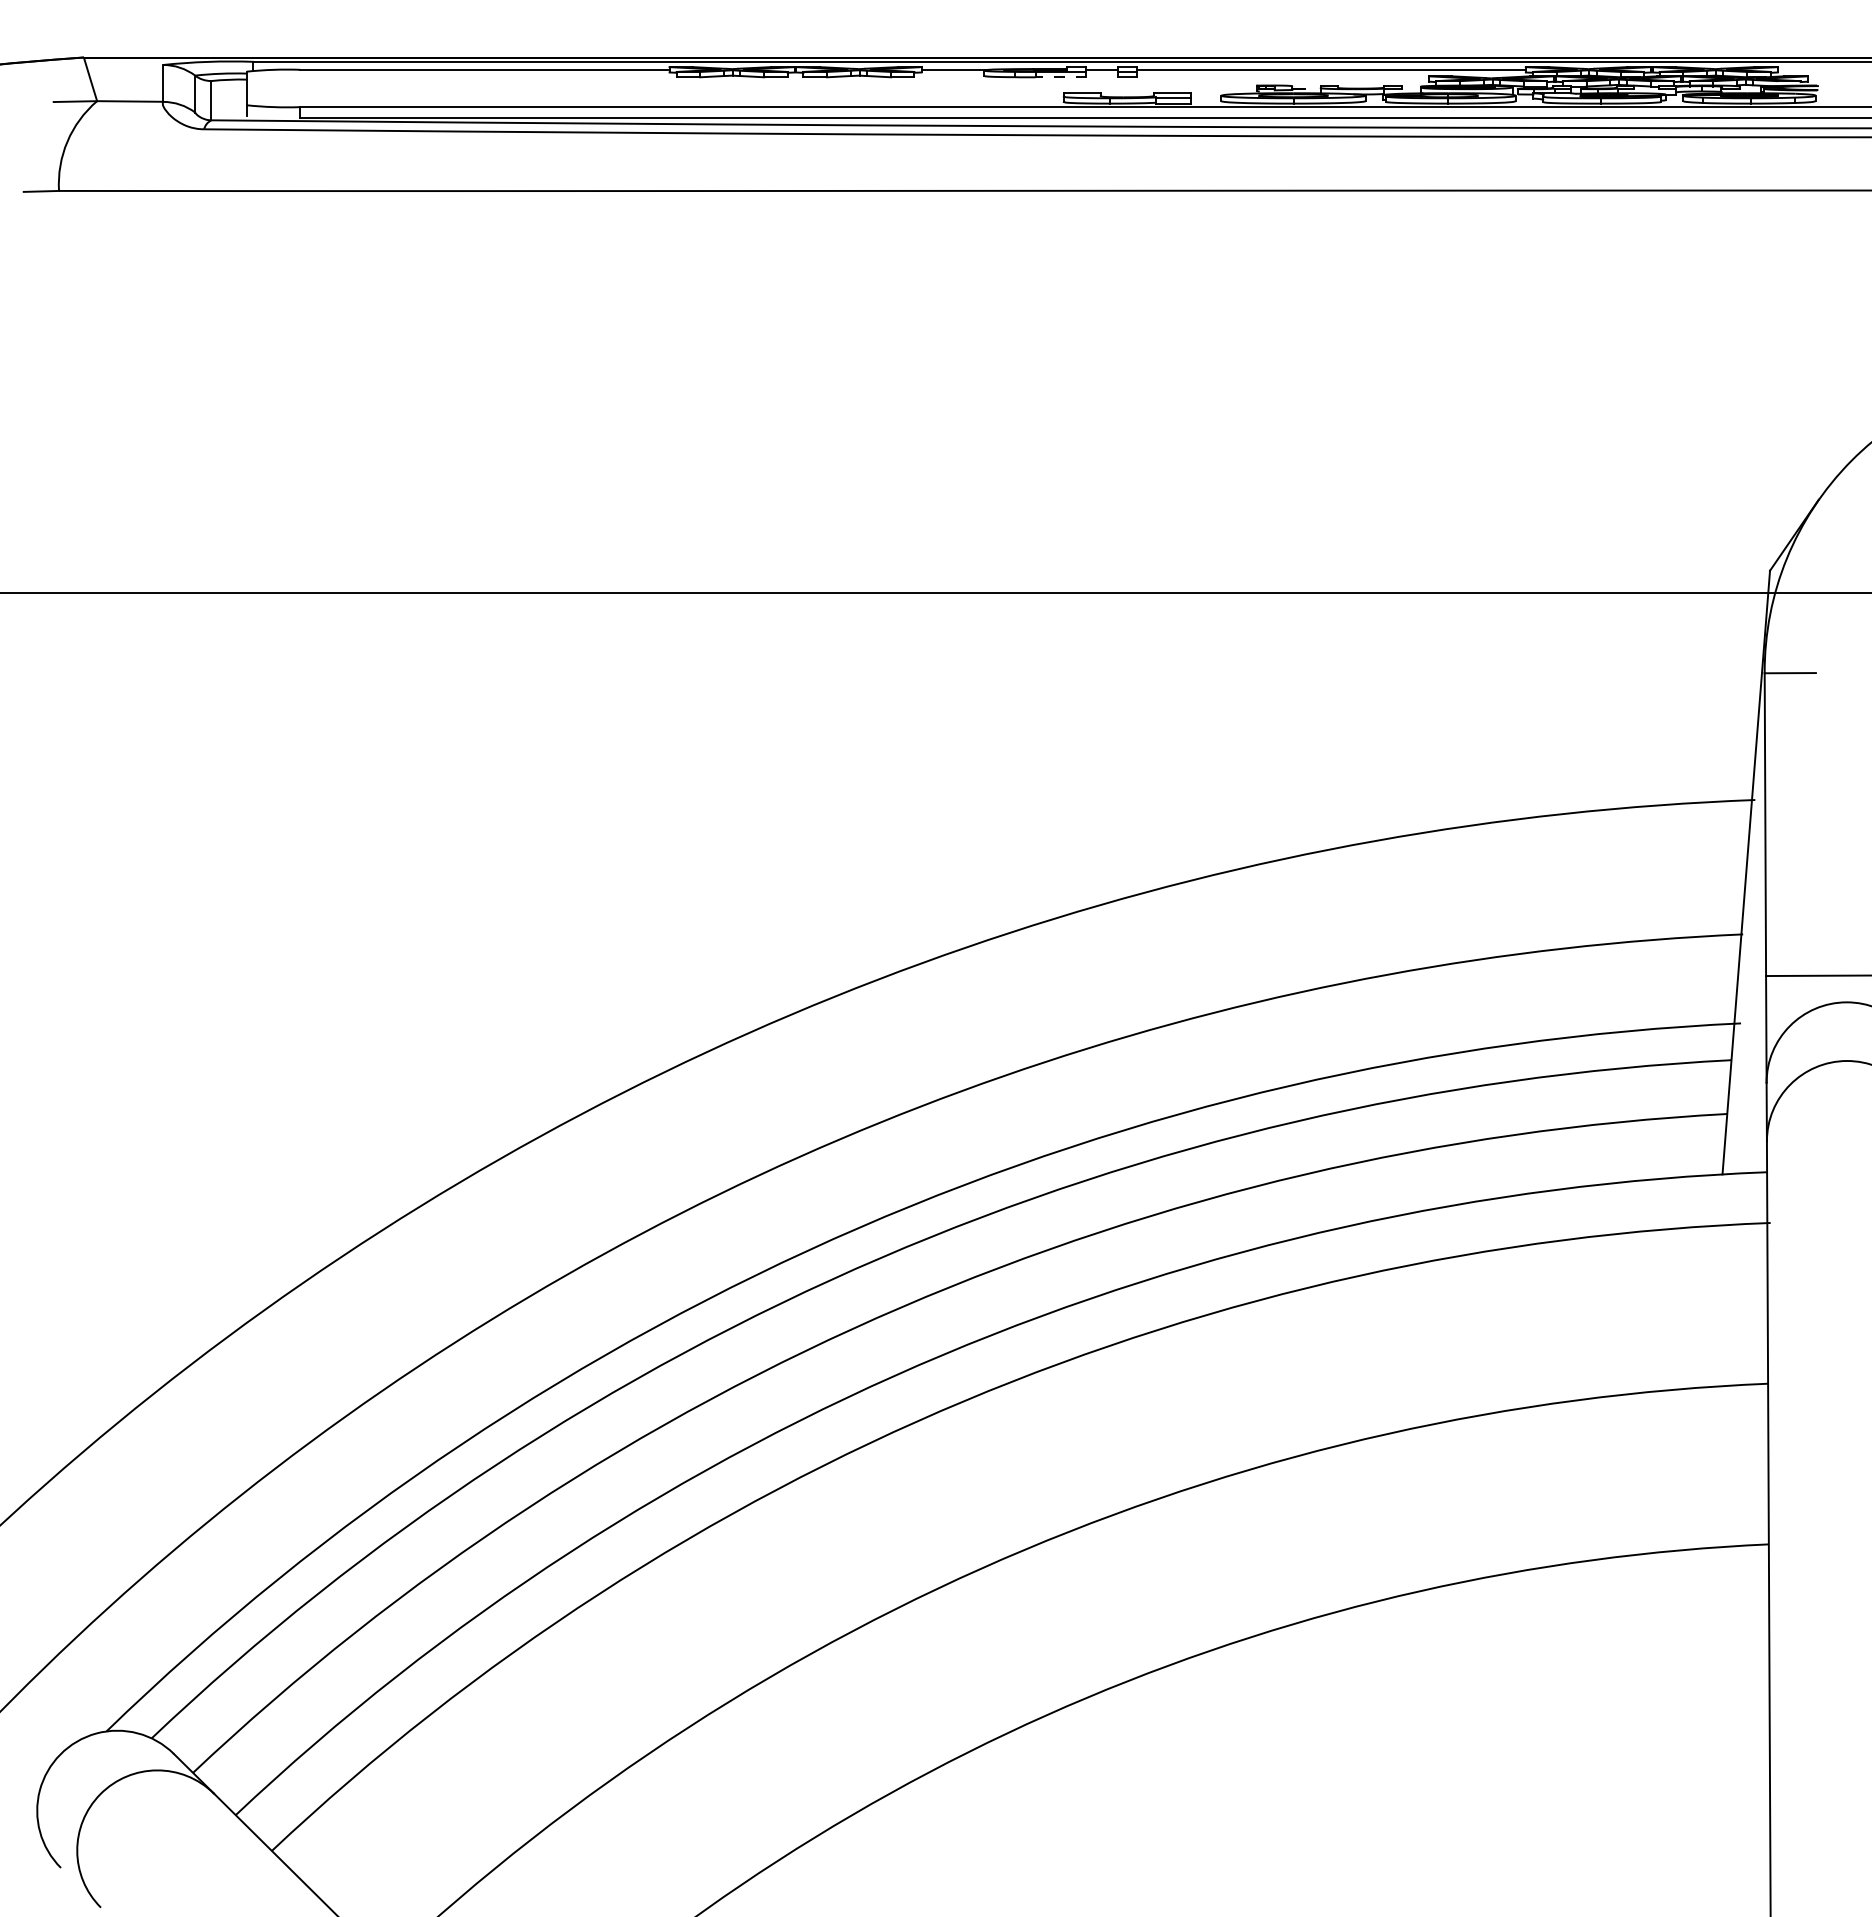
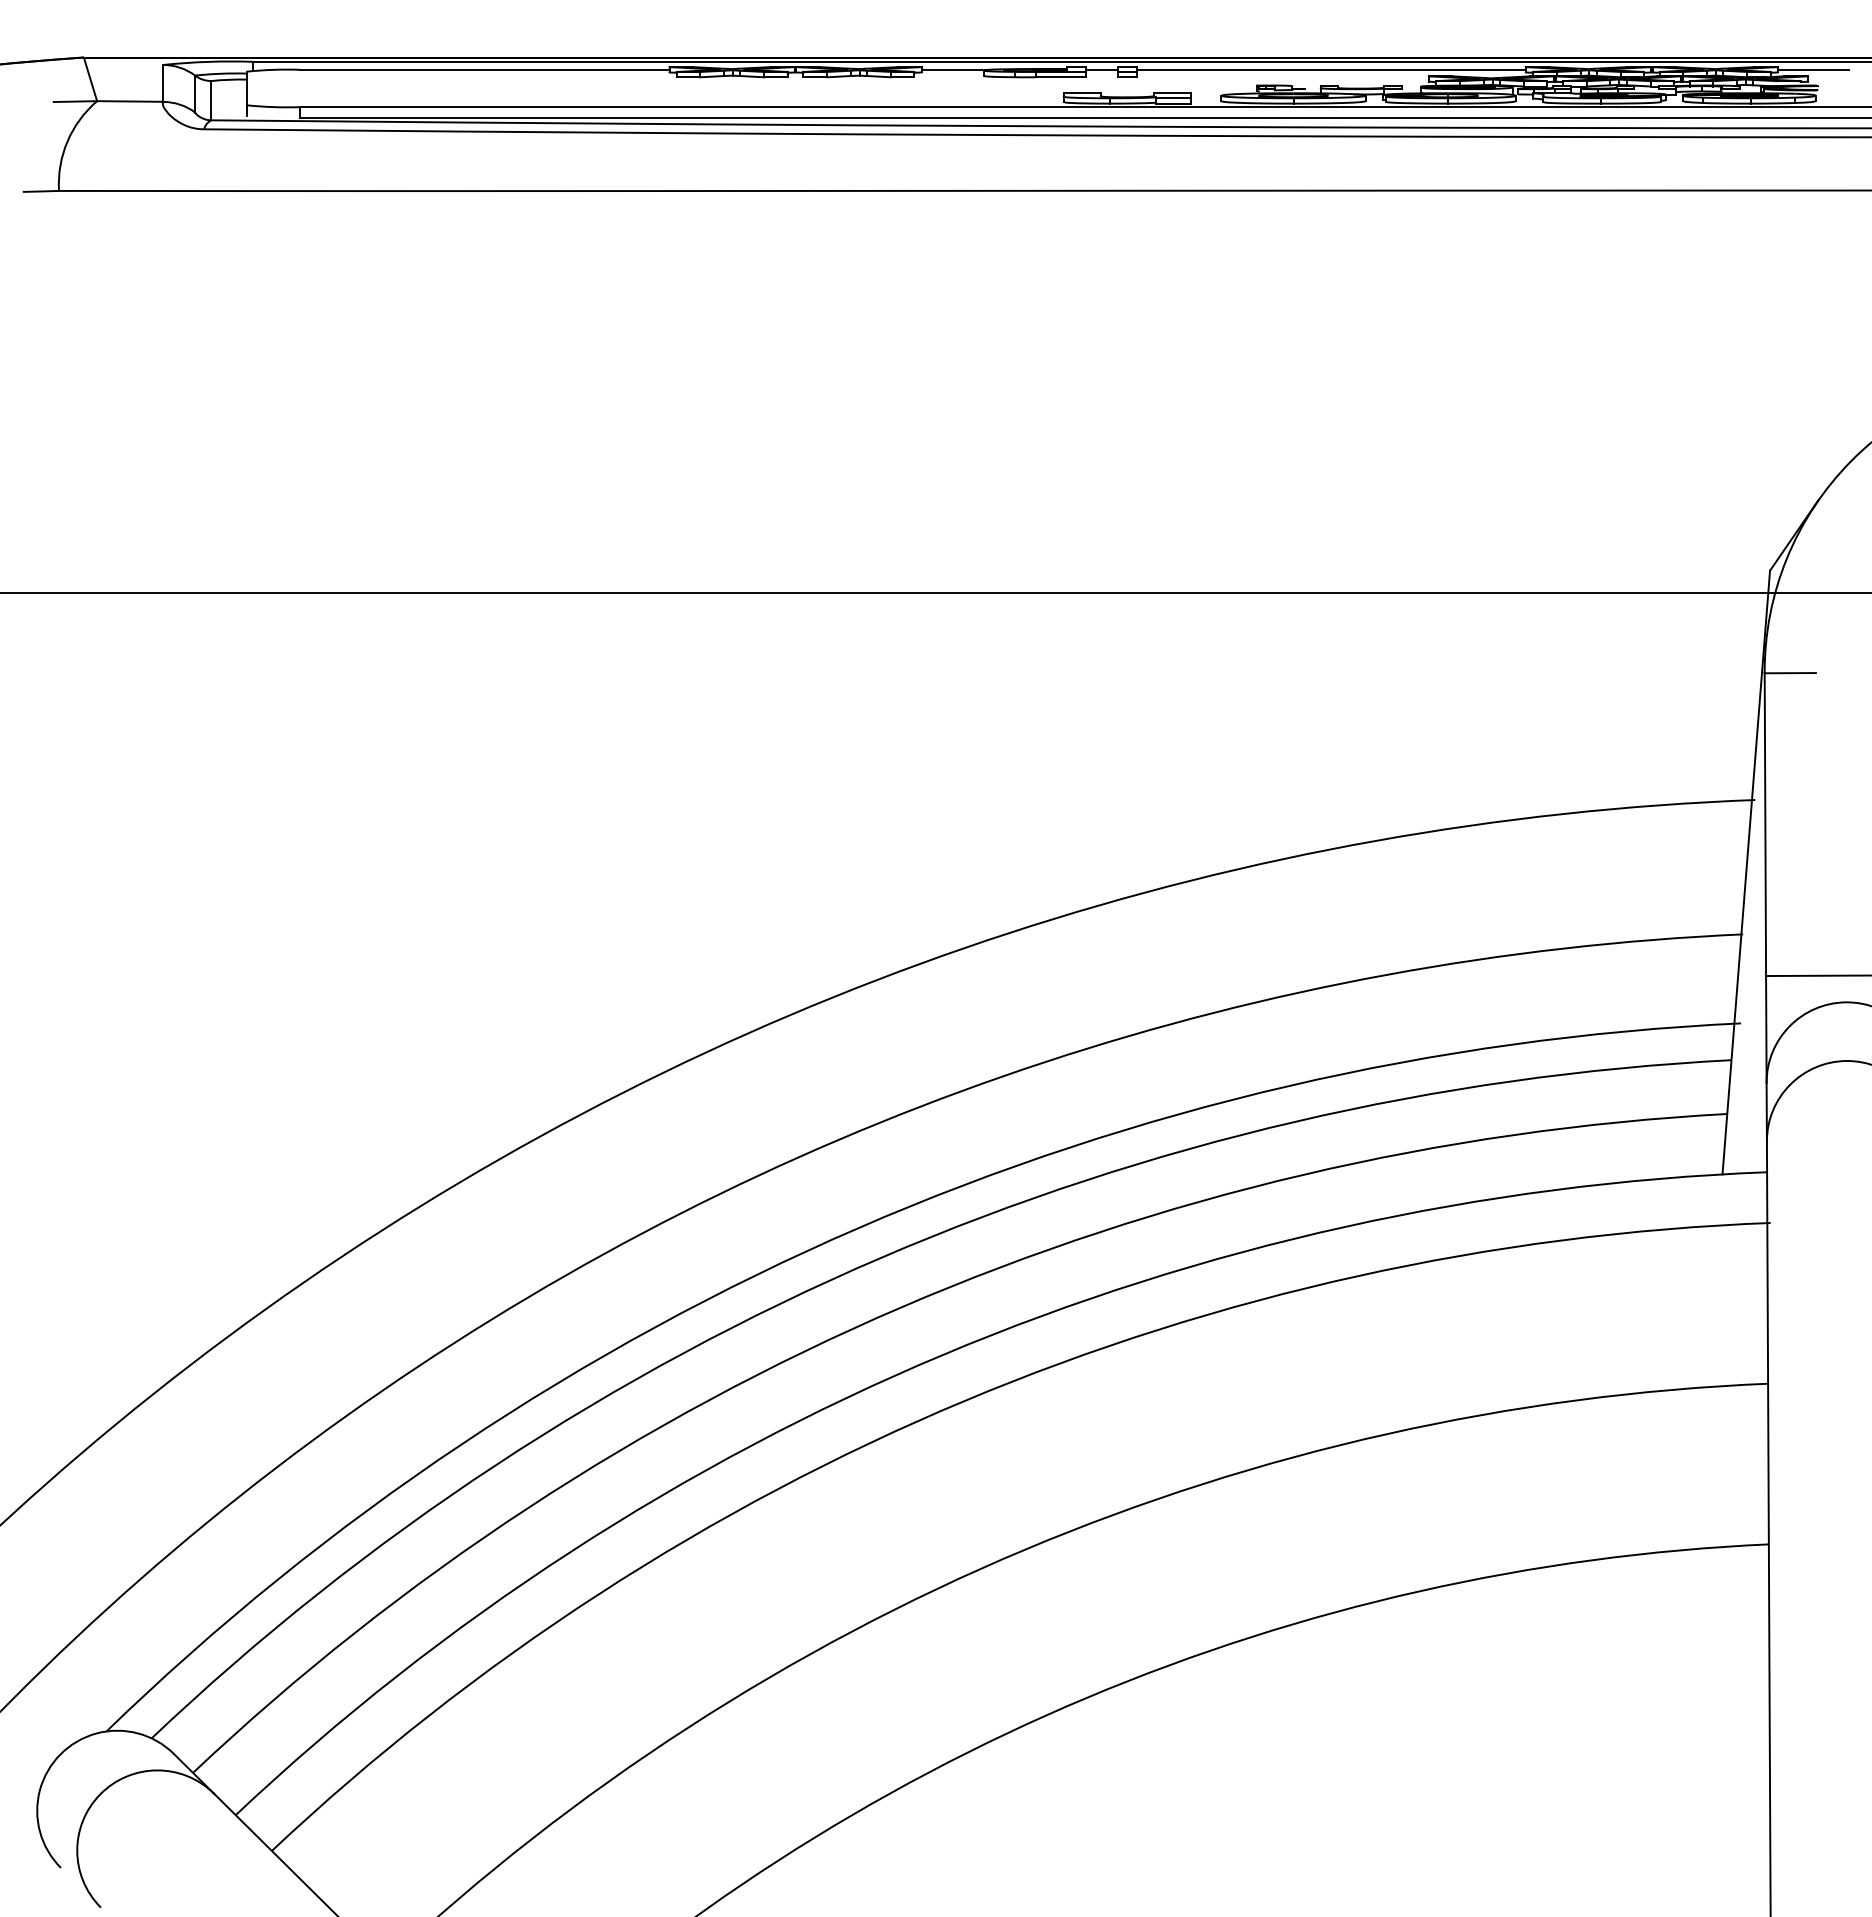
line at (1813, 69): none -> present
line at (1060, 77): dashed -> solid
